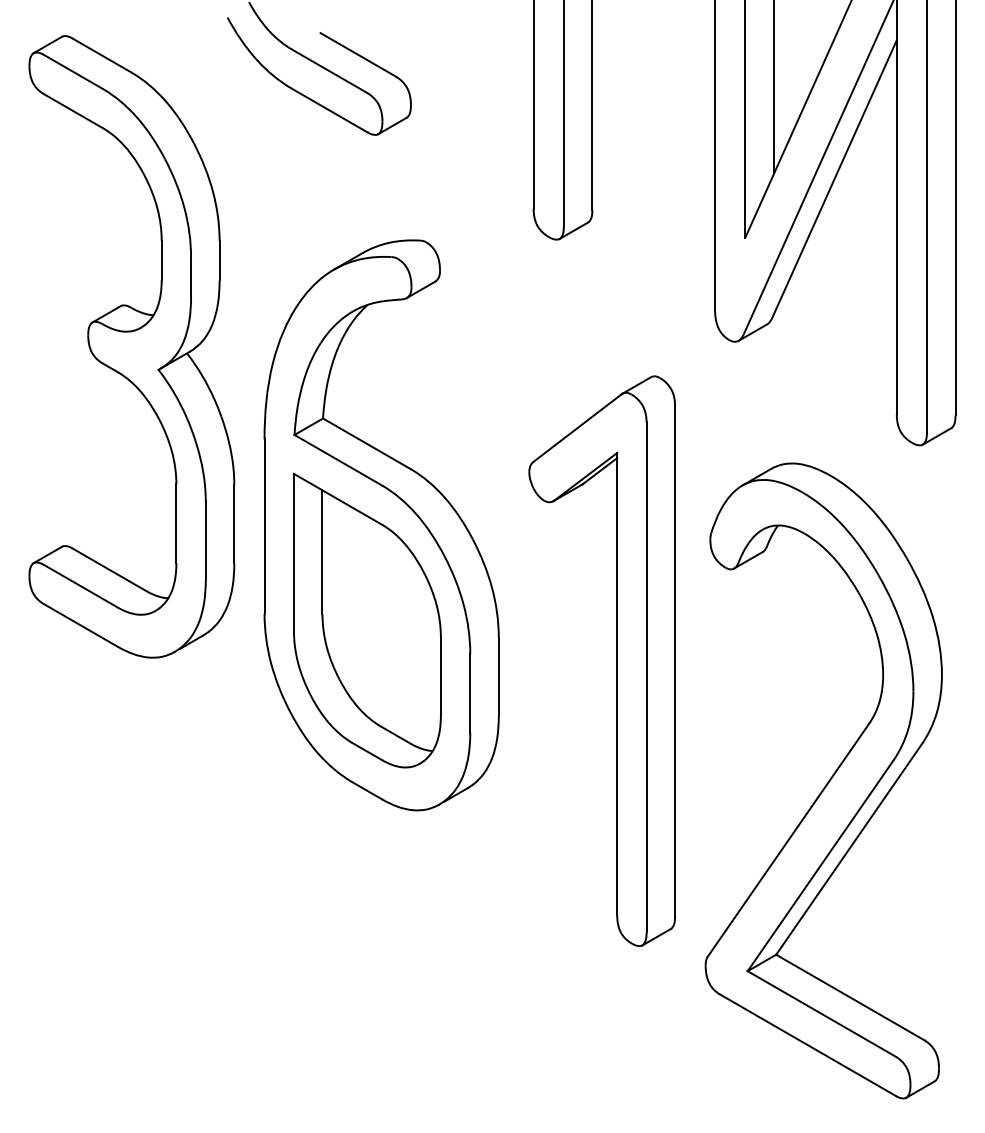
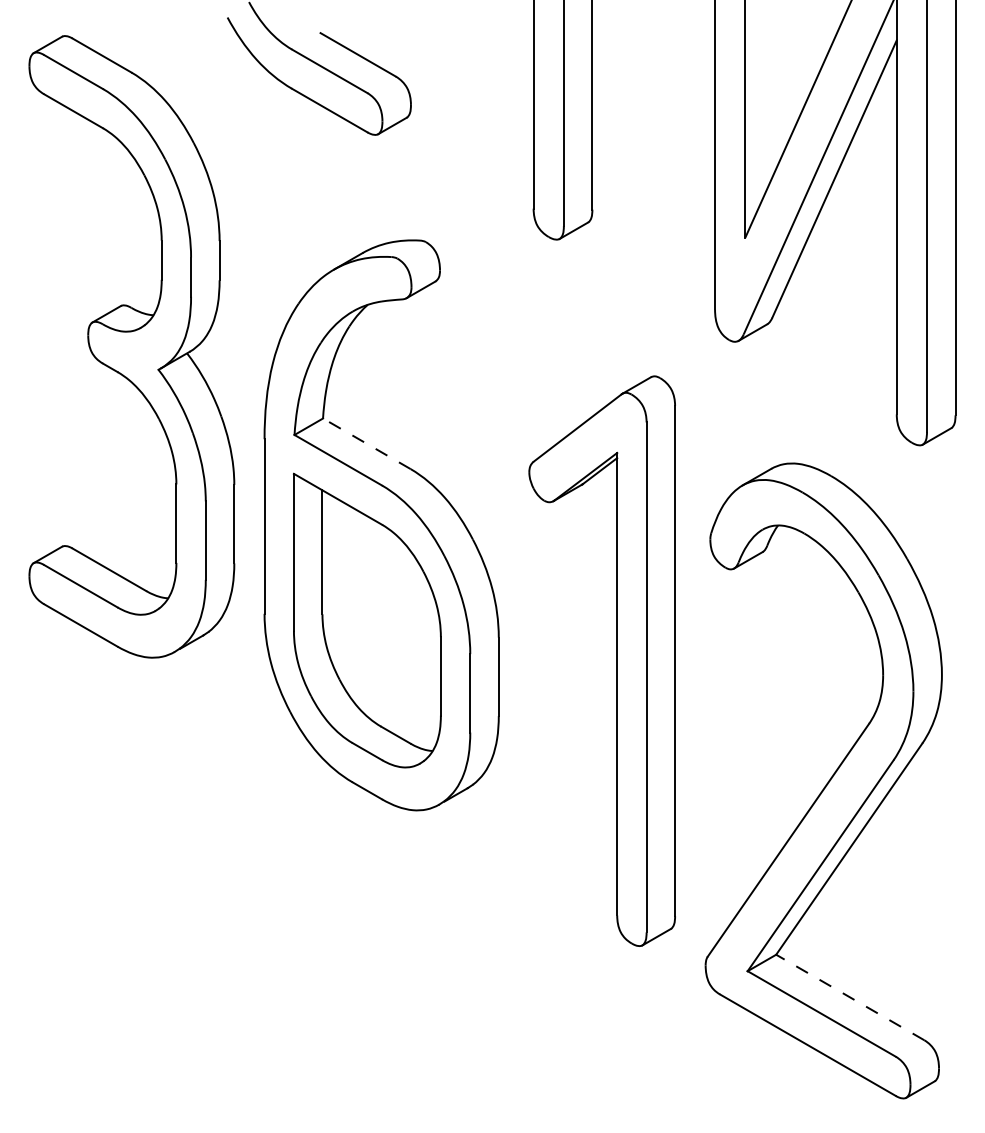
line at (773, 88): present -> none
line at (366, 443): solid -> dashed
line at (850, 997): solid -> dashed
